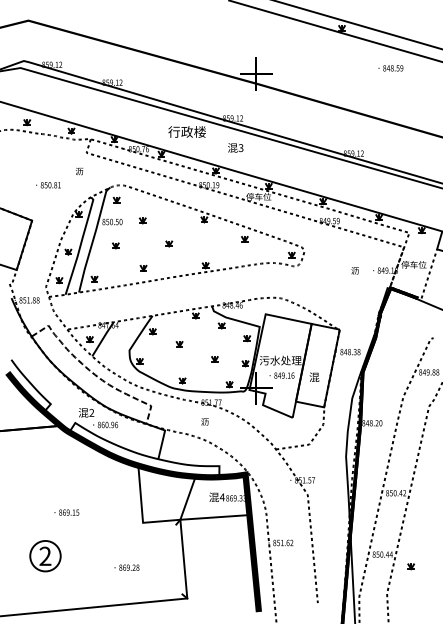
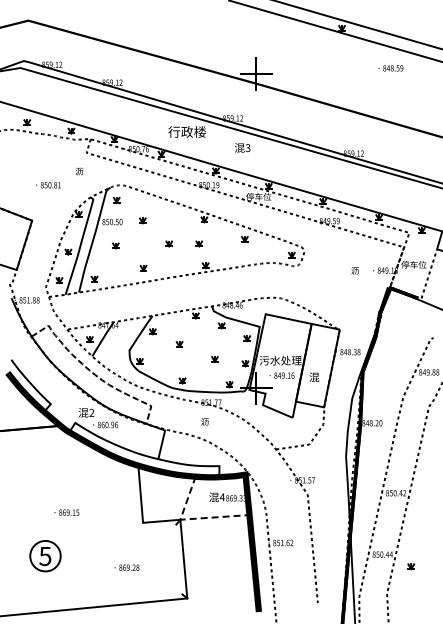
text at (235, 147) position: (235, 147) -> (242, 147)
part at (199, 243): none -> present
line at (192, 518): solid -> dashed
text at (45, 556): 2 -> 5
